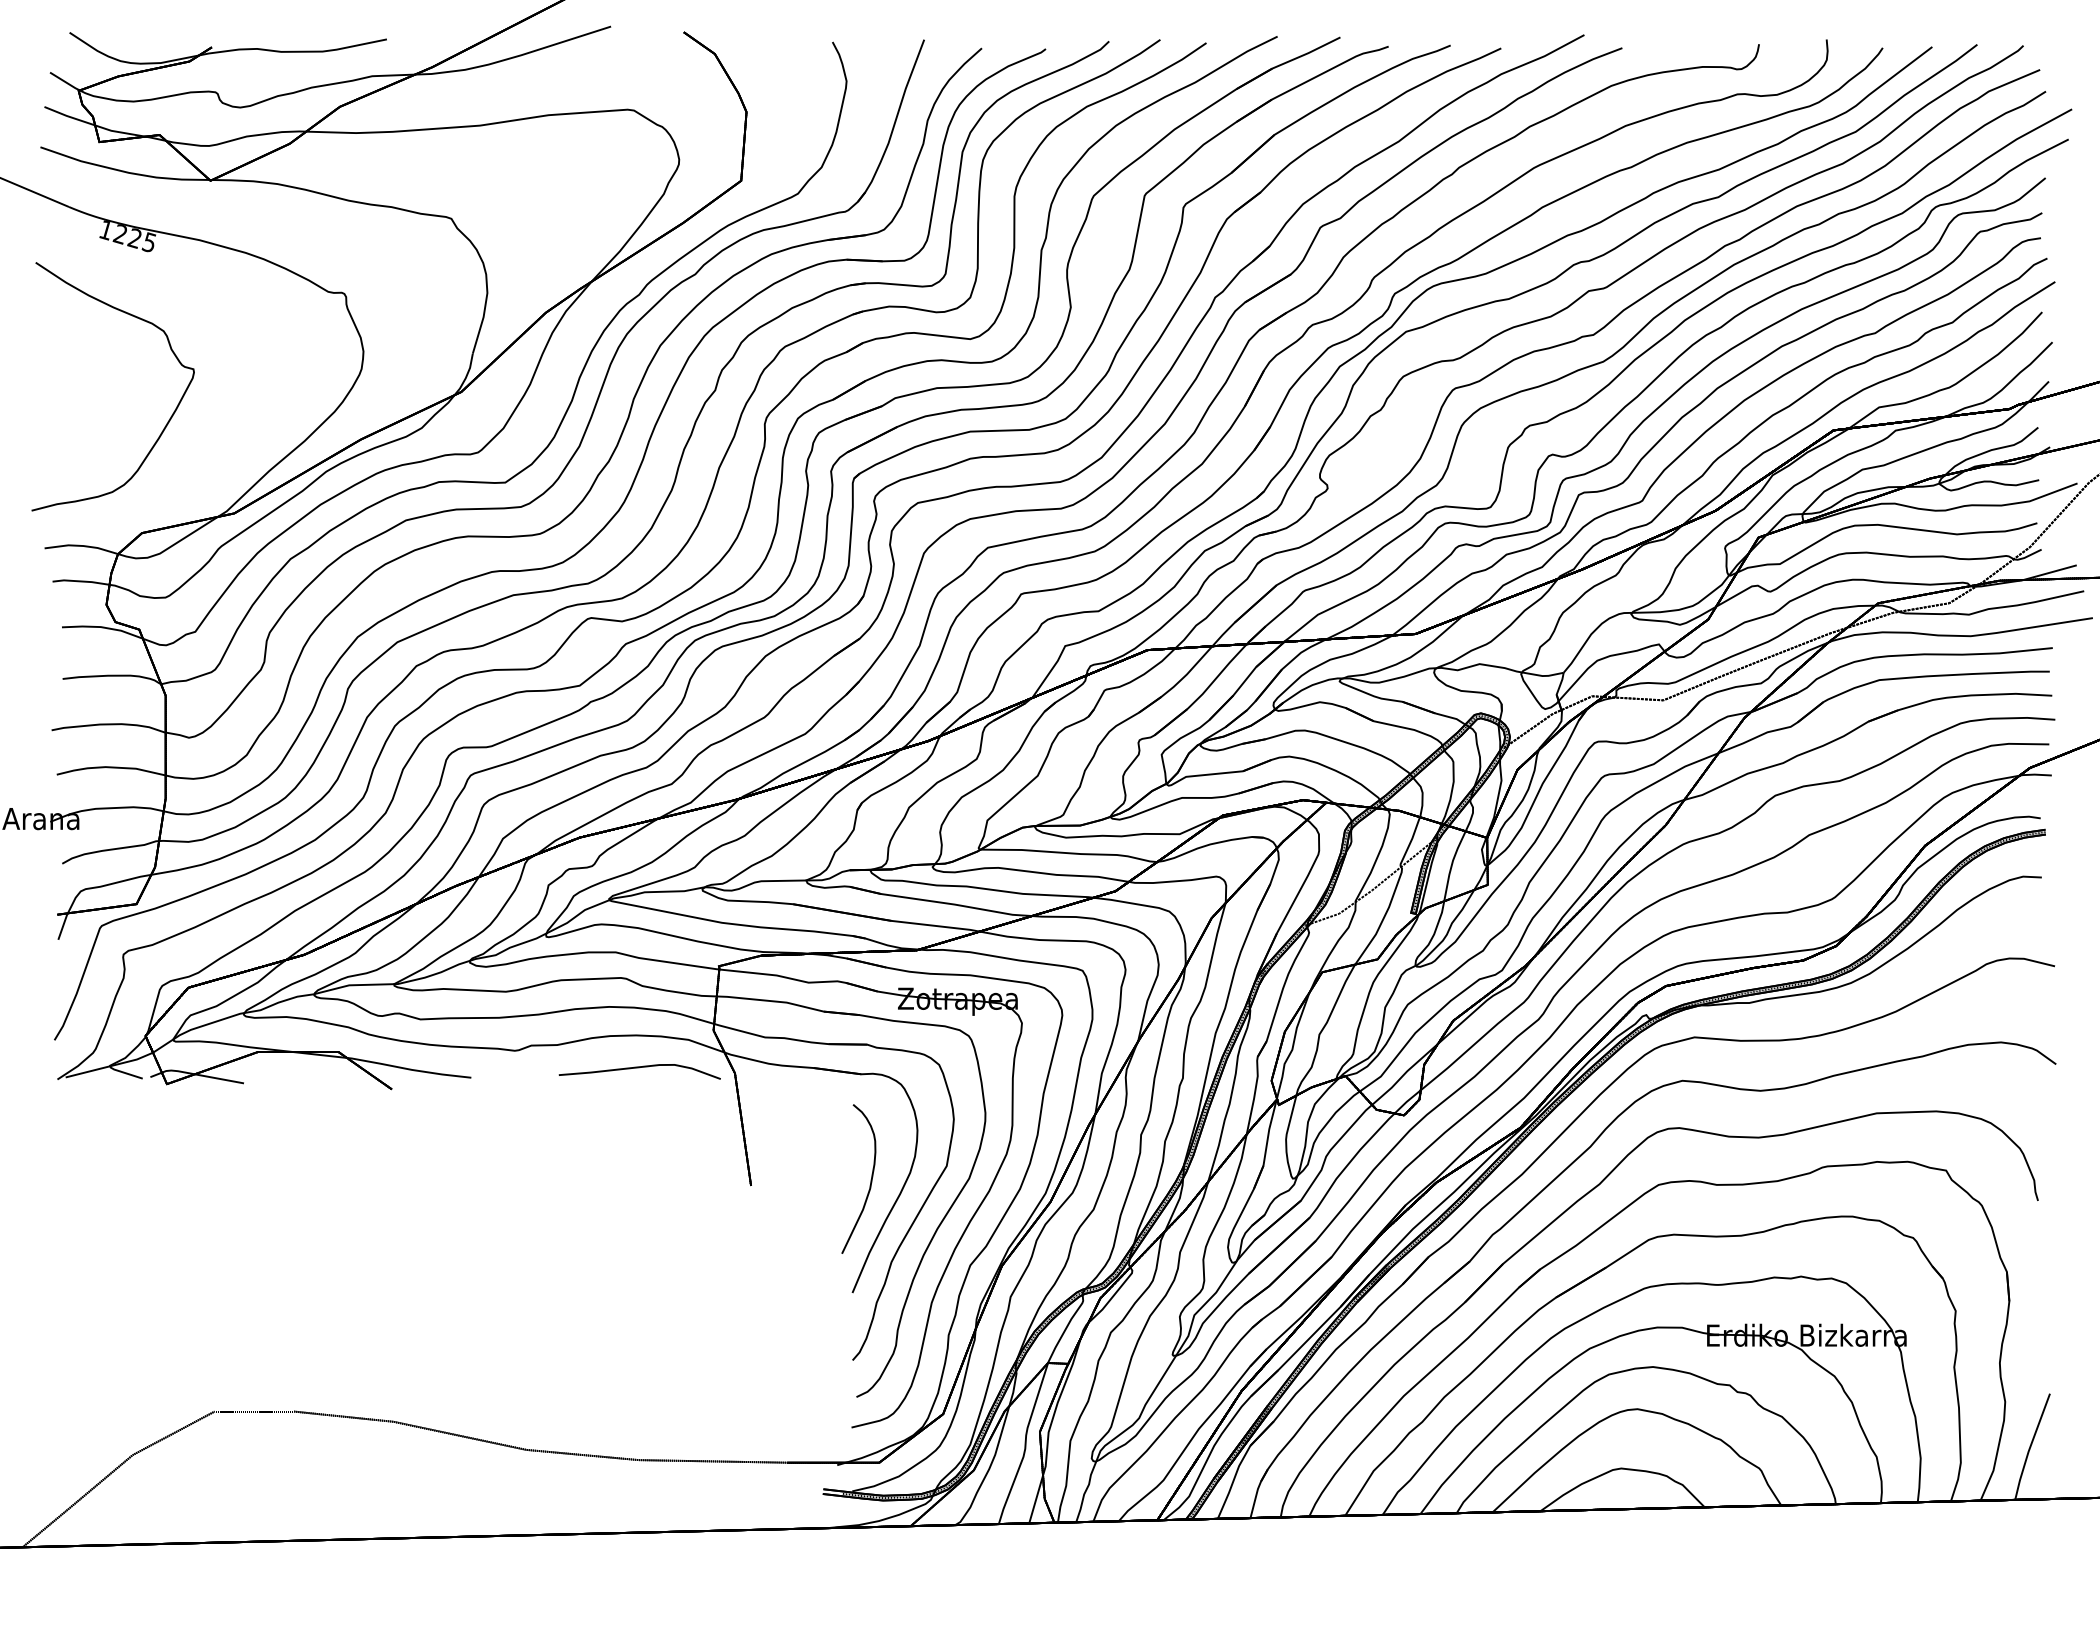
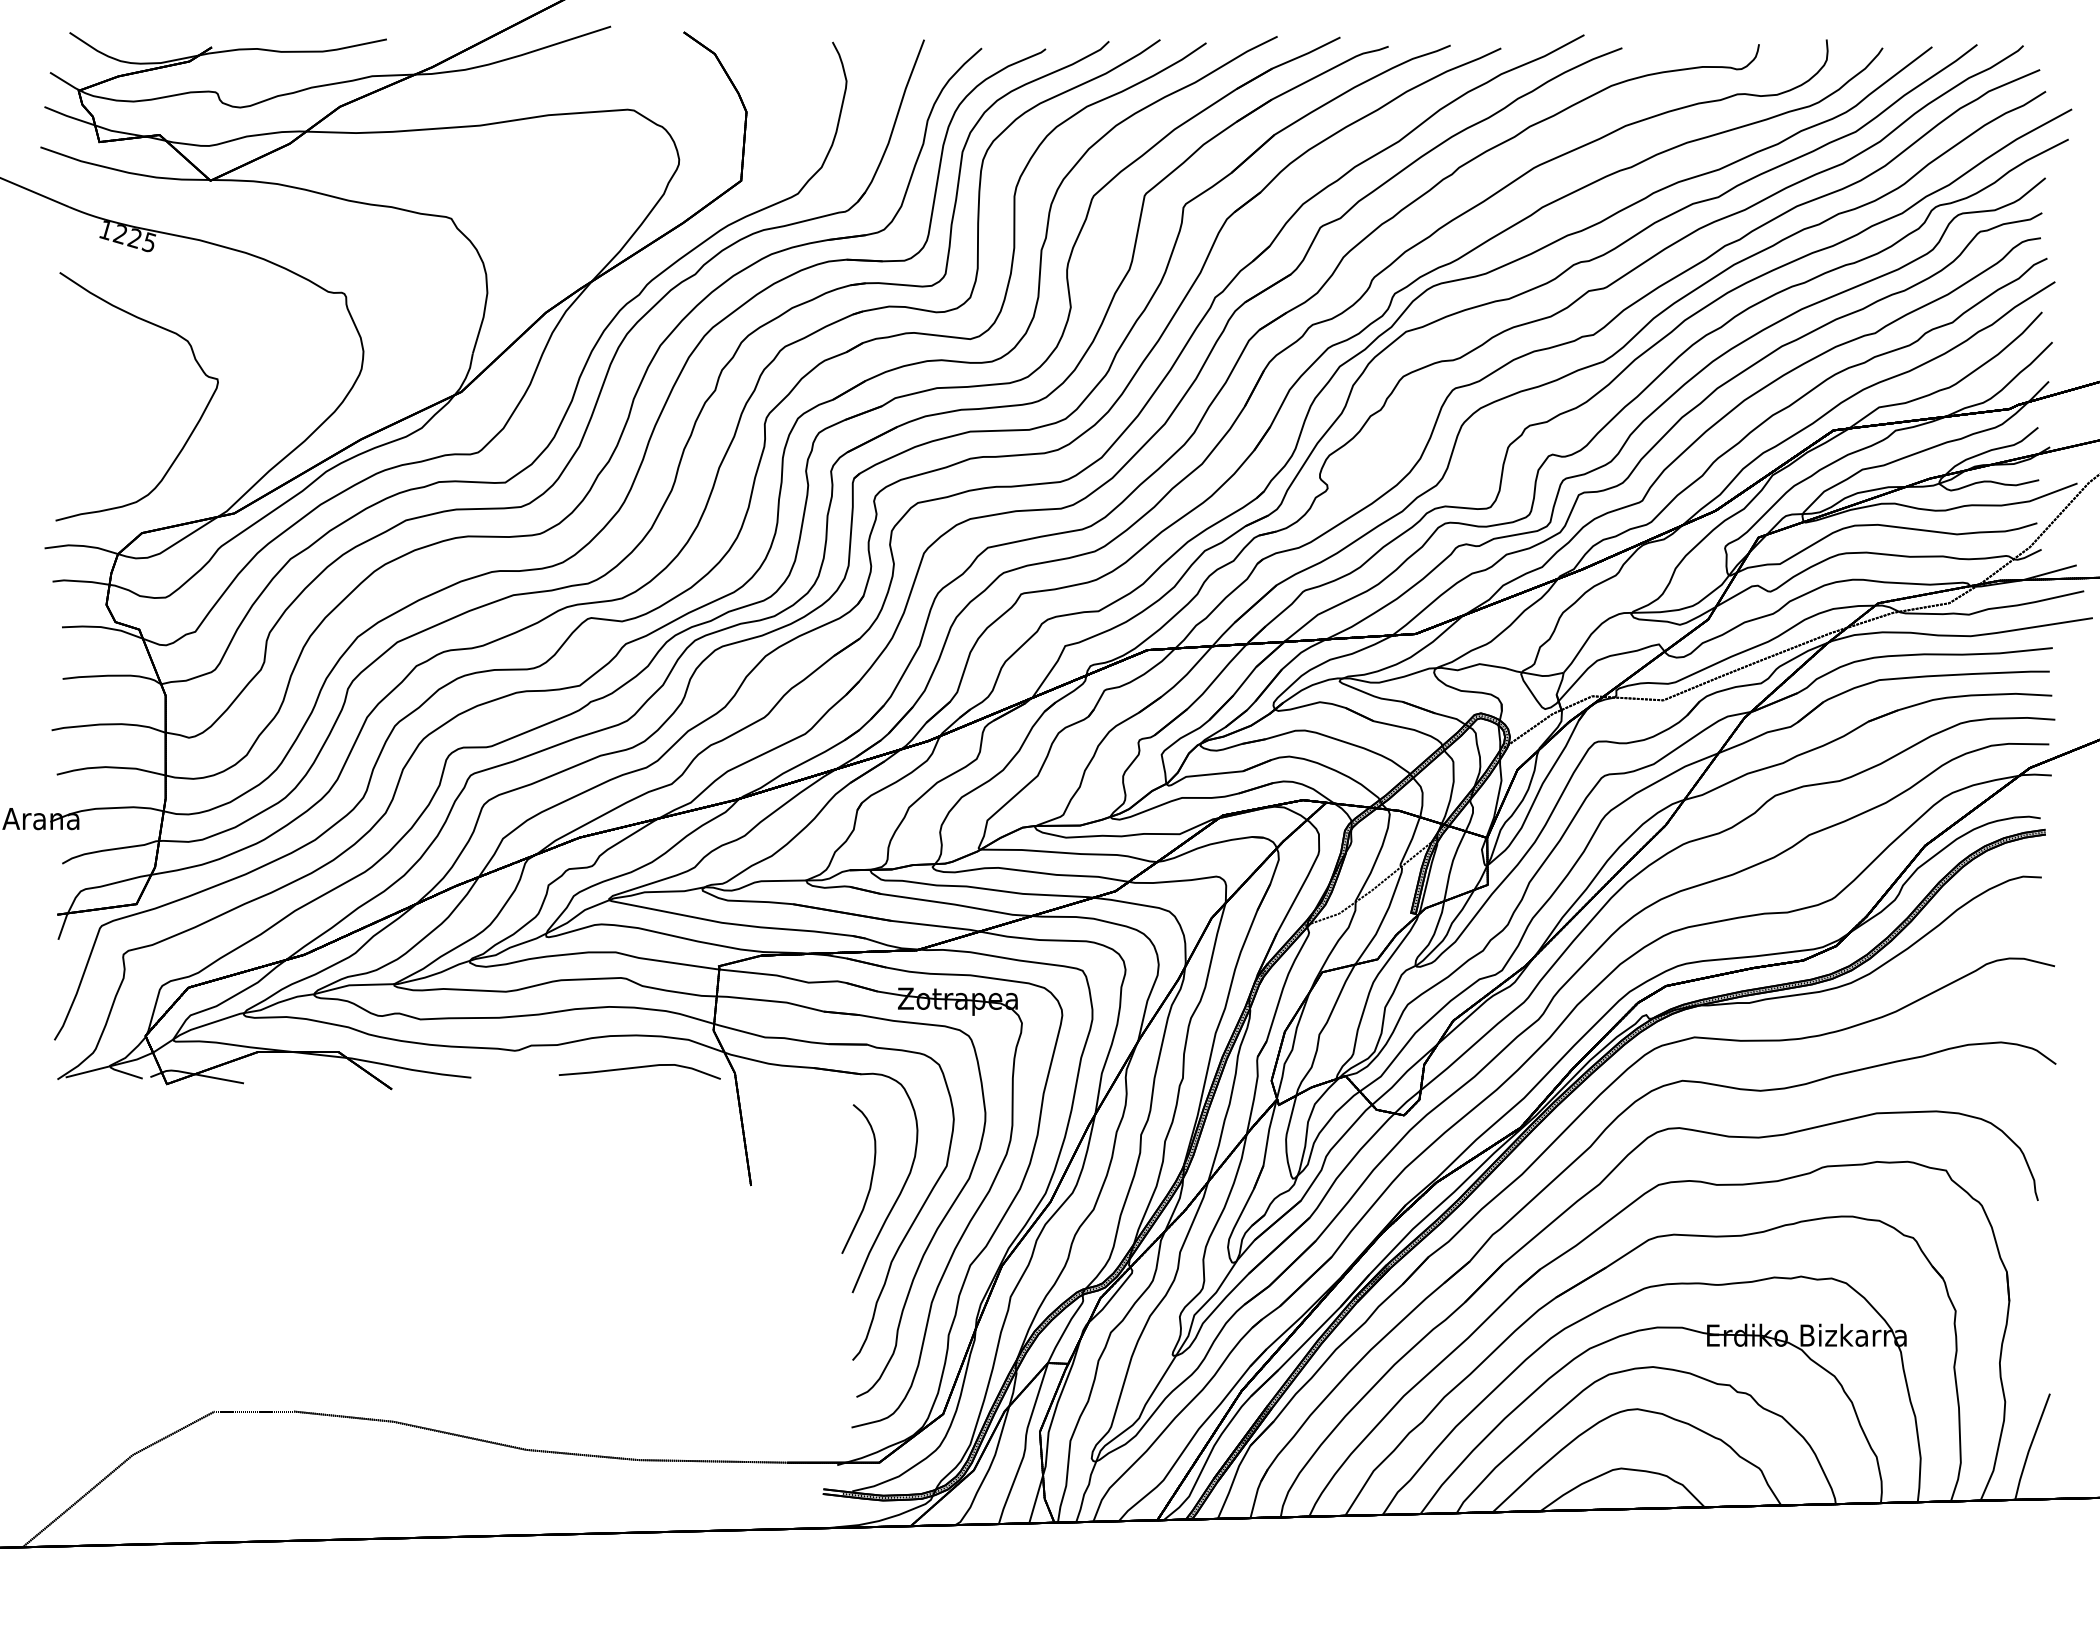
curve at (167, 421) position: (167, 421) -> (191, 431)
